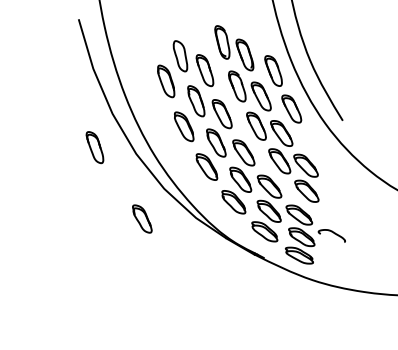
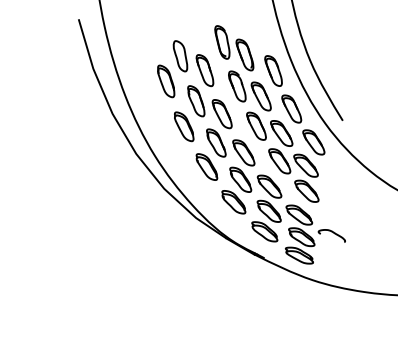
part at (313, 142): none -> present
part at (94, 147): present -> none
part at (142, 218): present -> none
